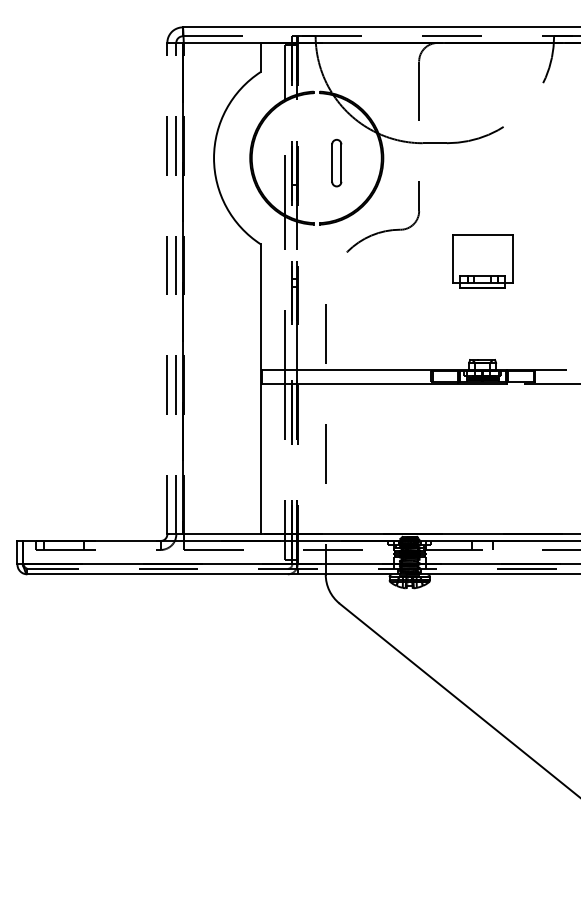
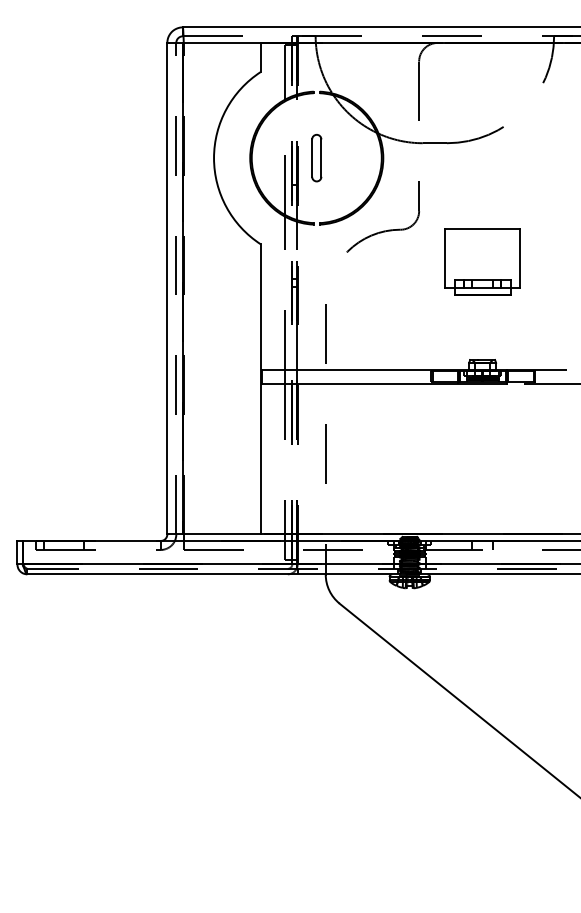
part at (336, 163) position: (336, 163) -> (316, 158)
part at (482, 261) size: 62x55 px -> 77x68 px
line at (167, 288): dashed -> solid
